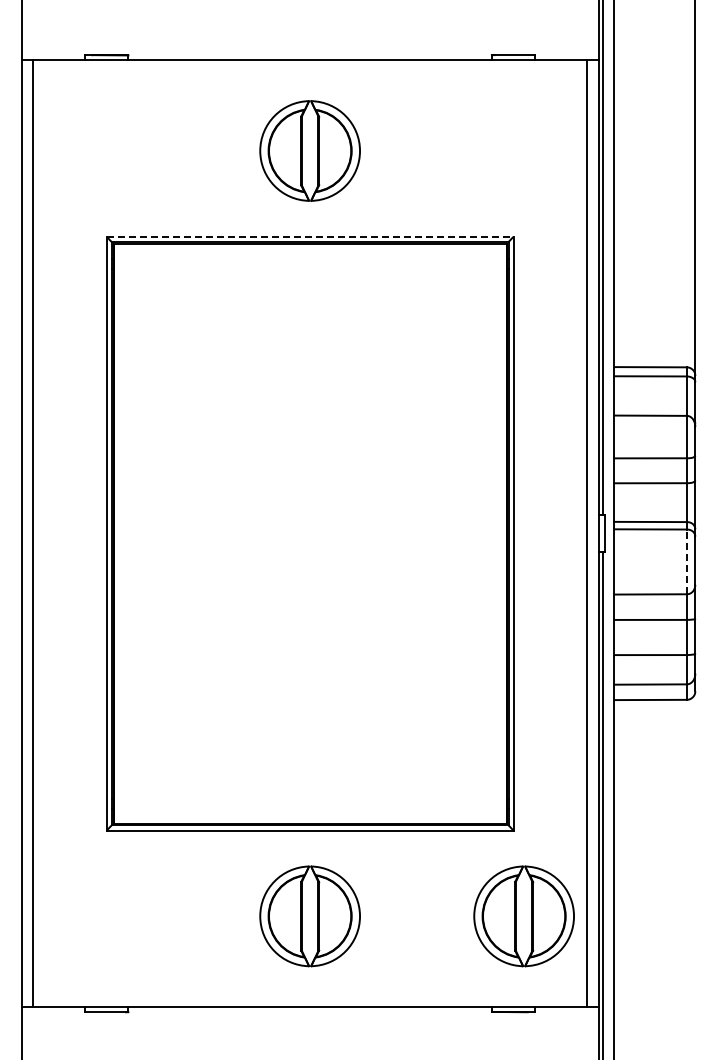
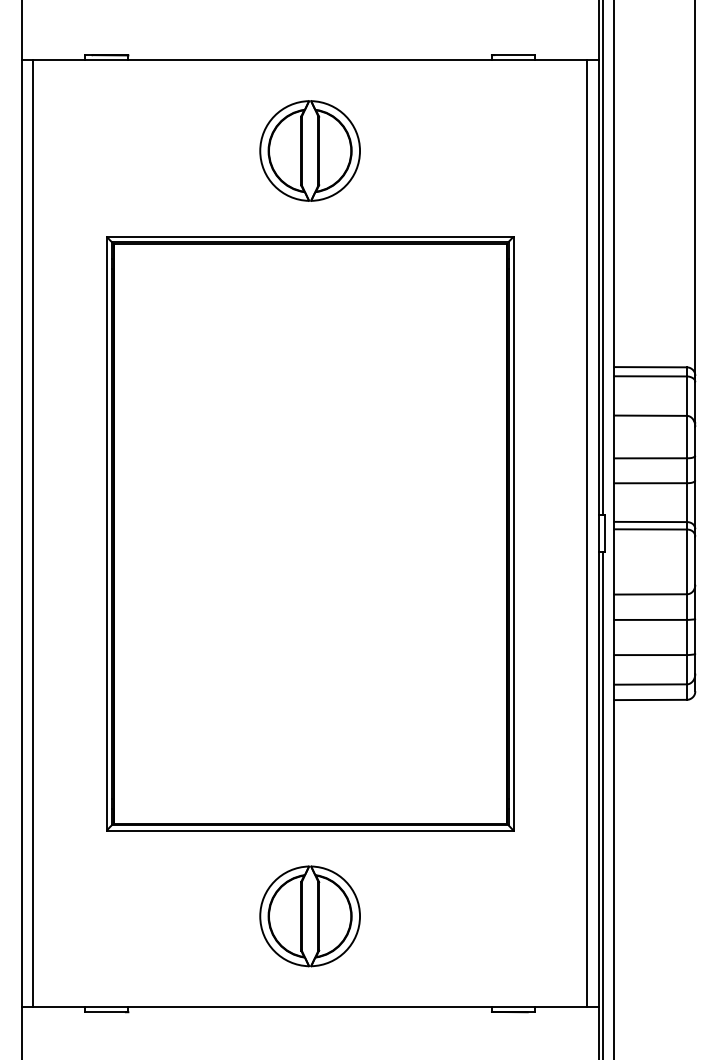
line at (310, 236): dashed -> solid
line at (687, 561): dashed -> solid
part at (523, 916): present -> none
